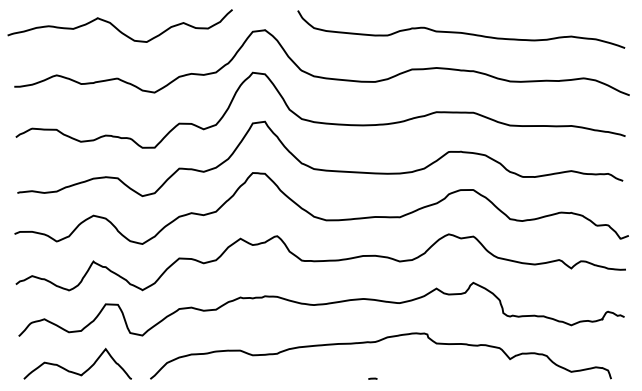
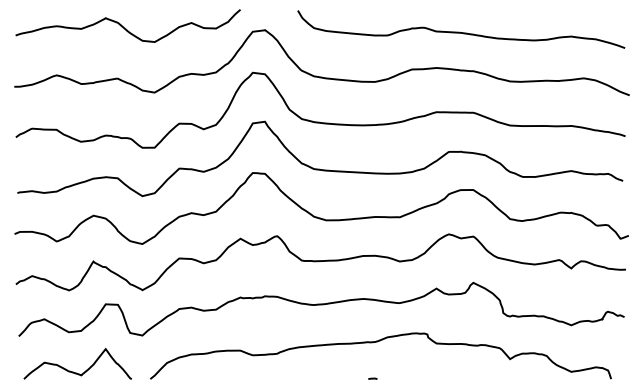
curve at (118, 28) position: (118, 28) -> (126, 28)
